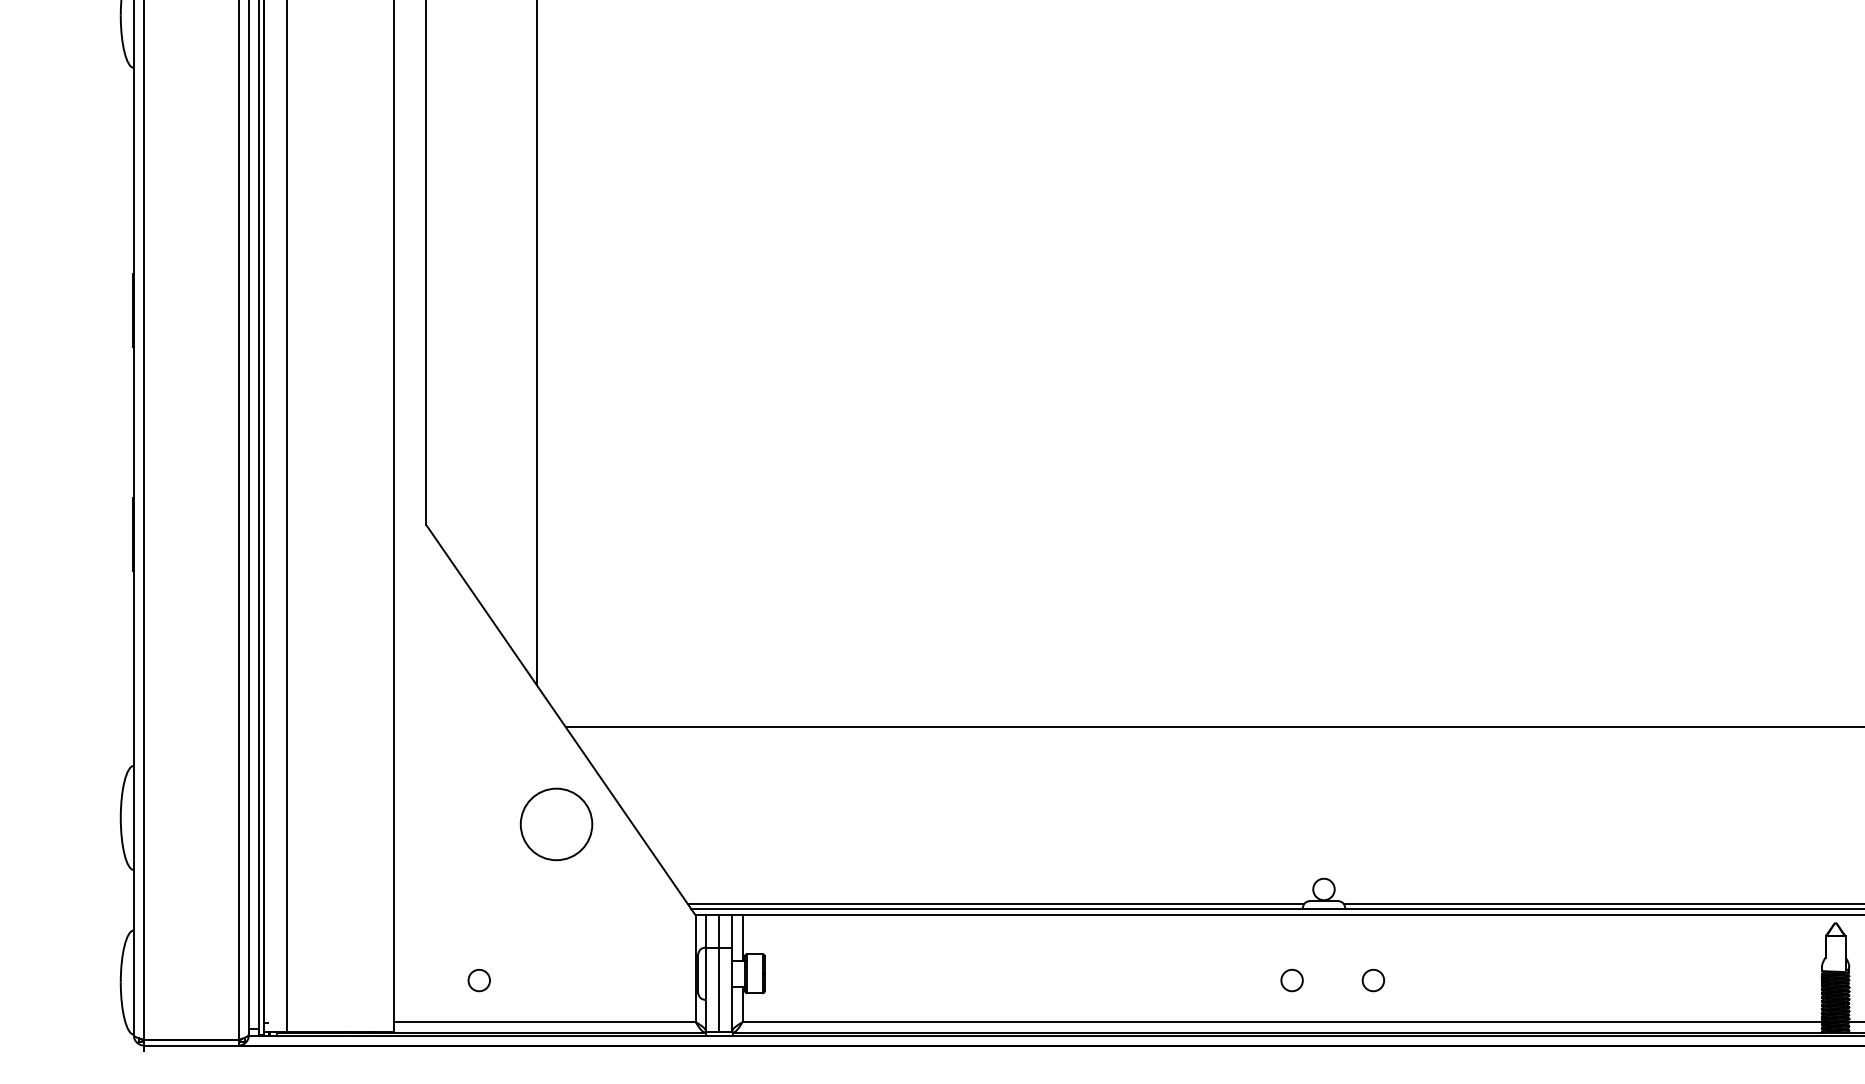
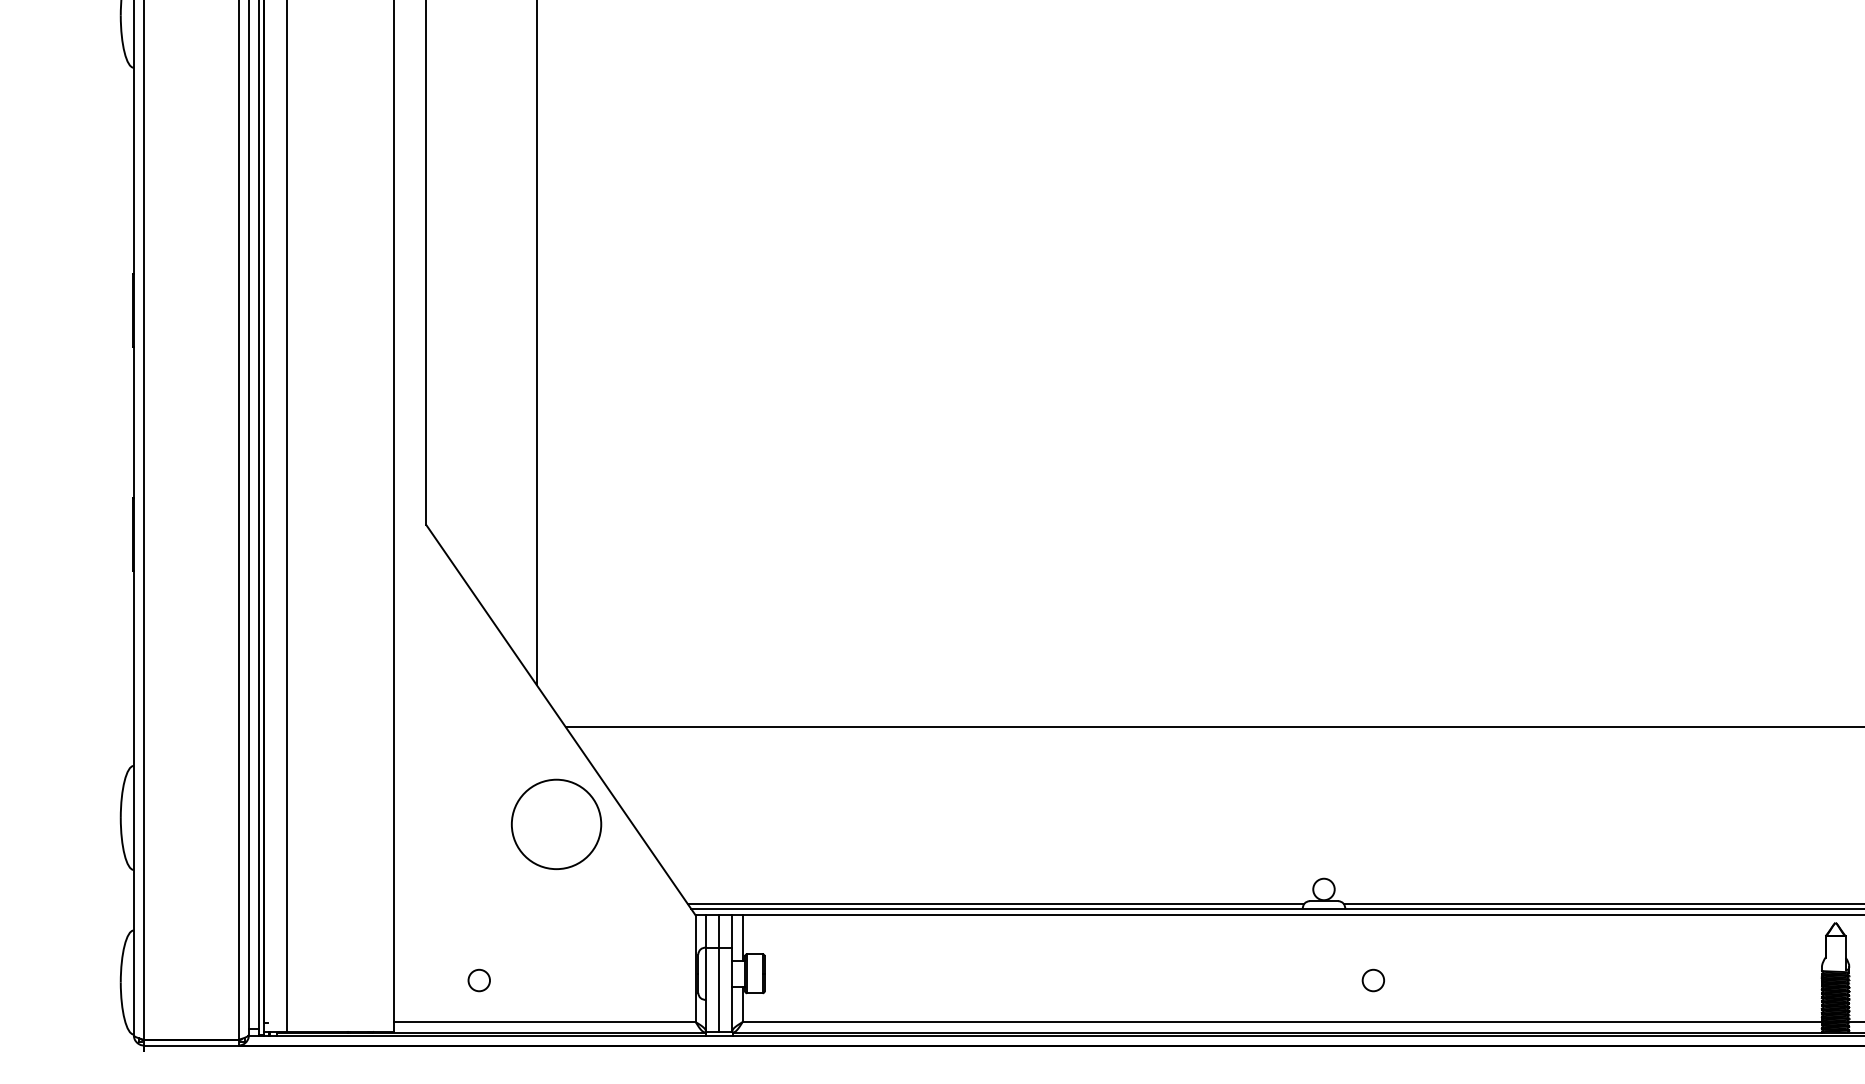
circle at (556, 824) diameter: 72 px -> 89 px
circle at (1291, 980): present -> none
